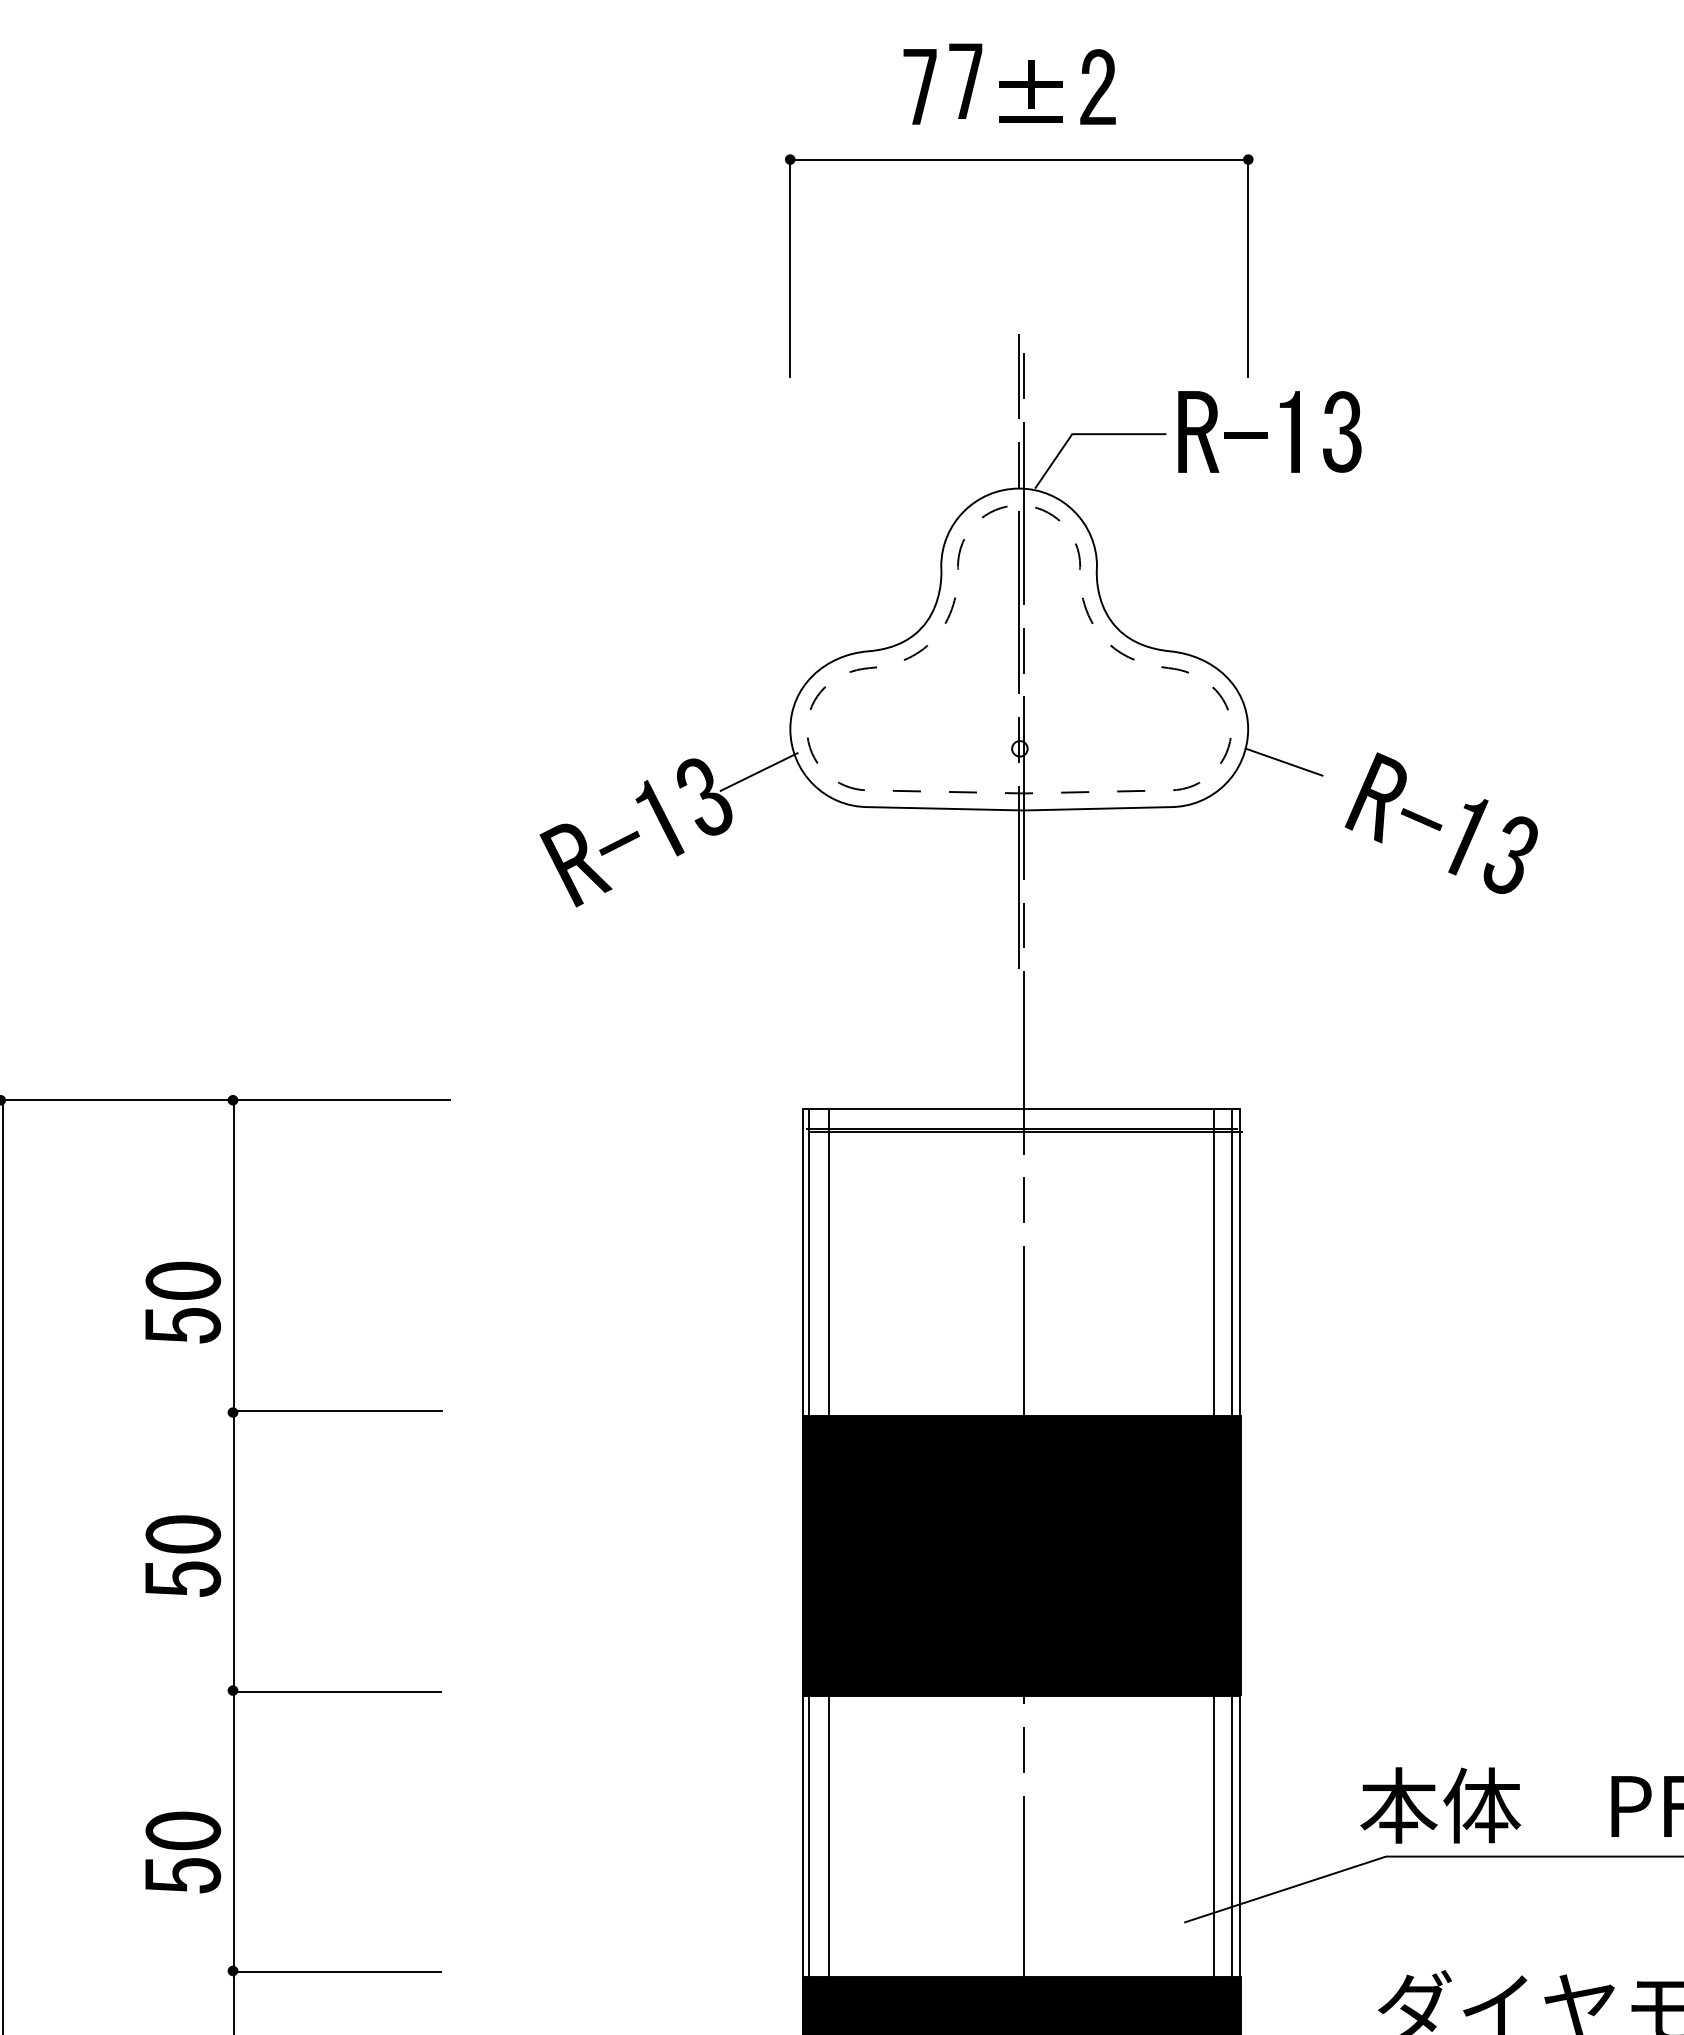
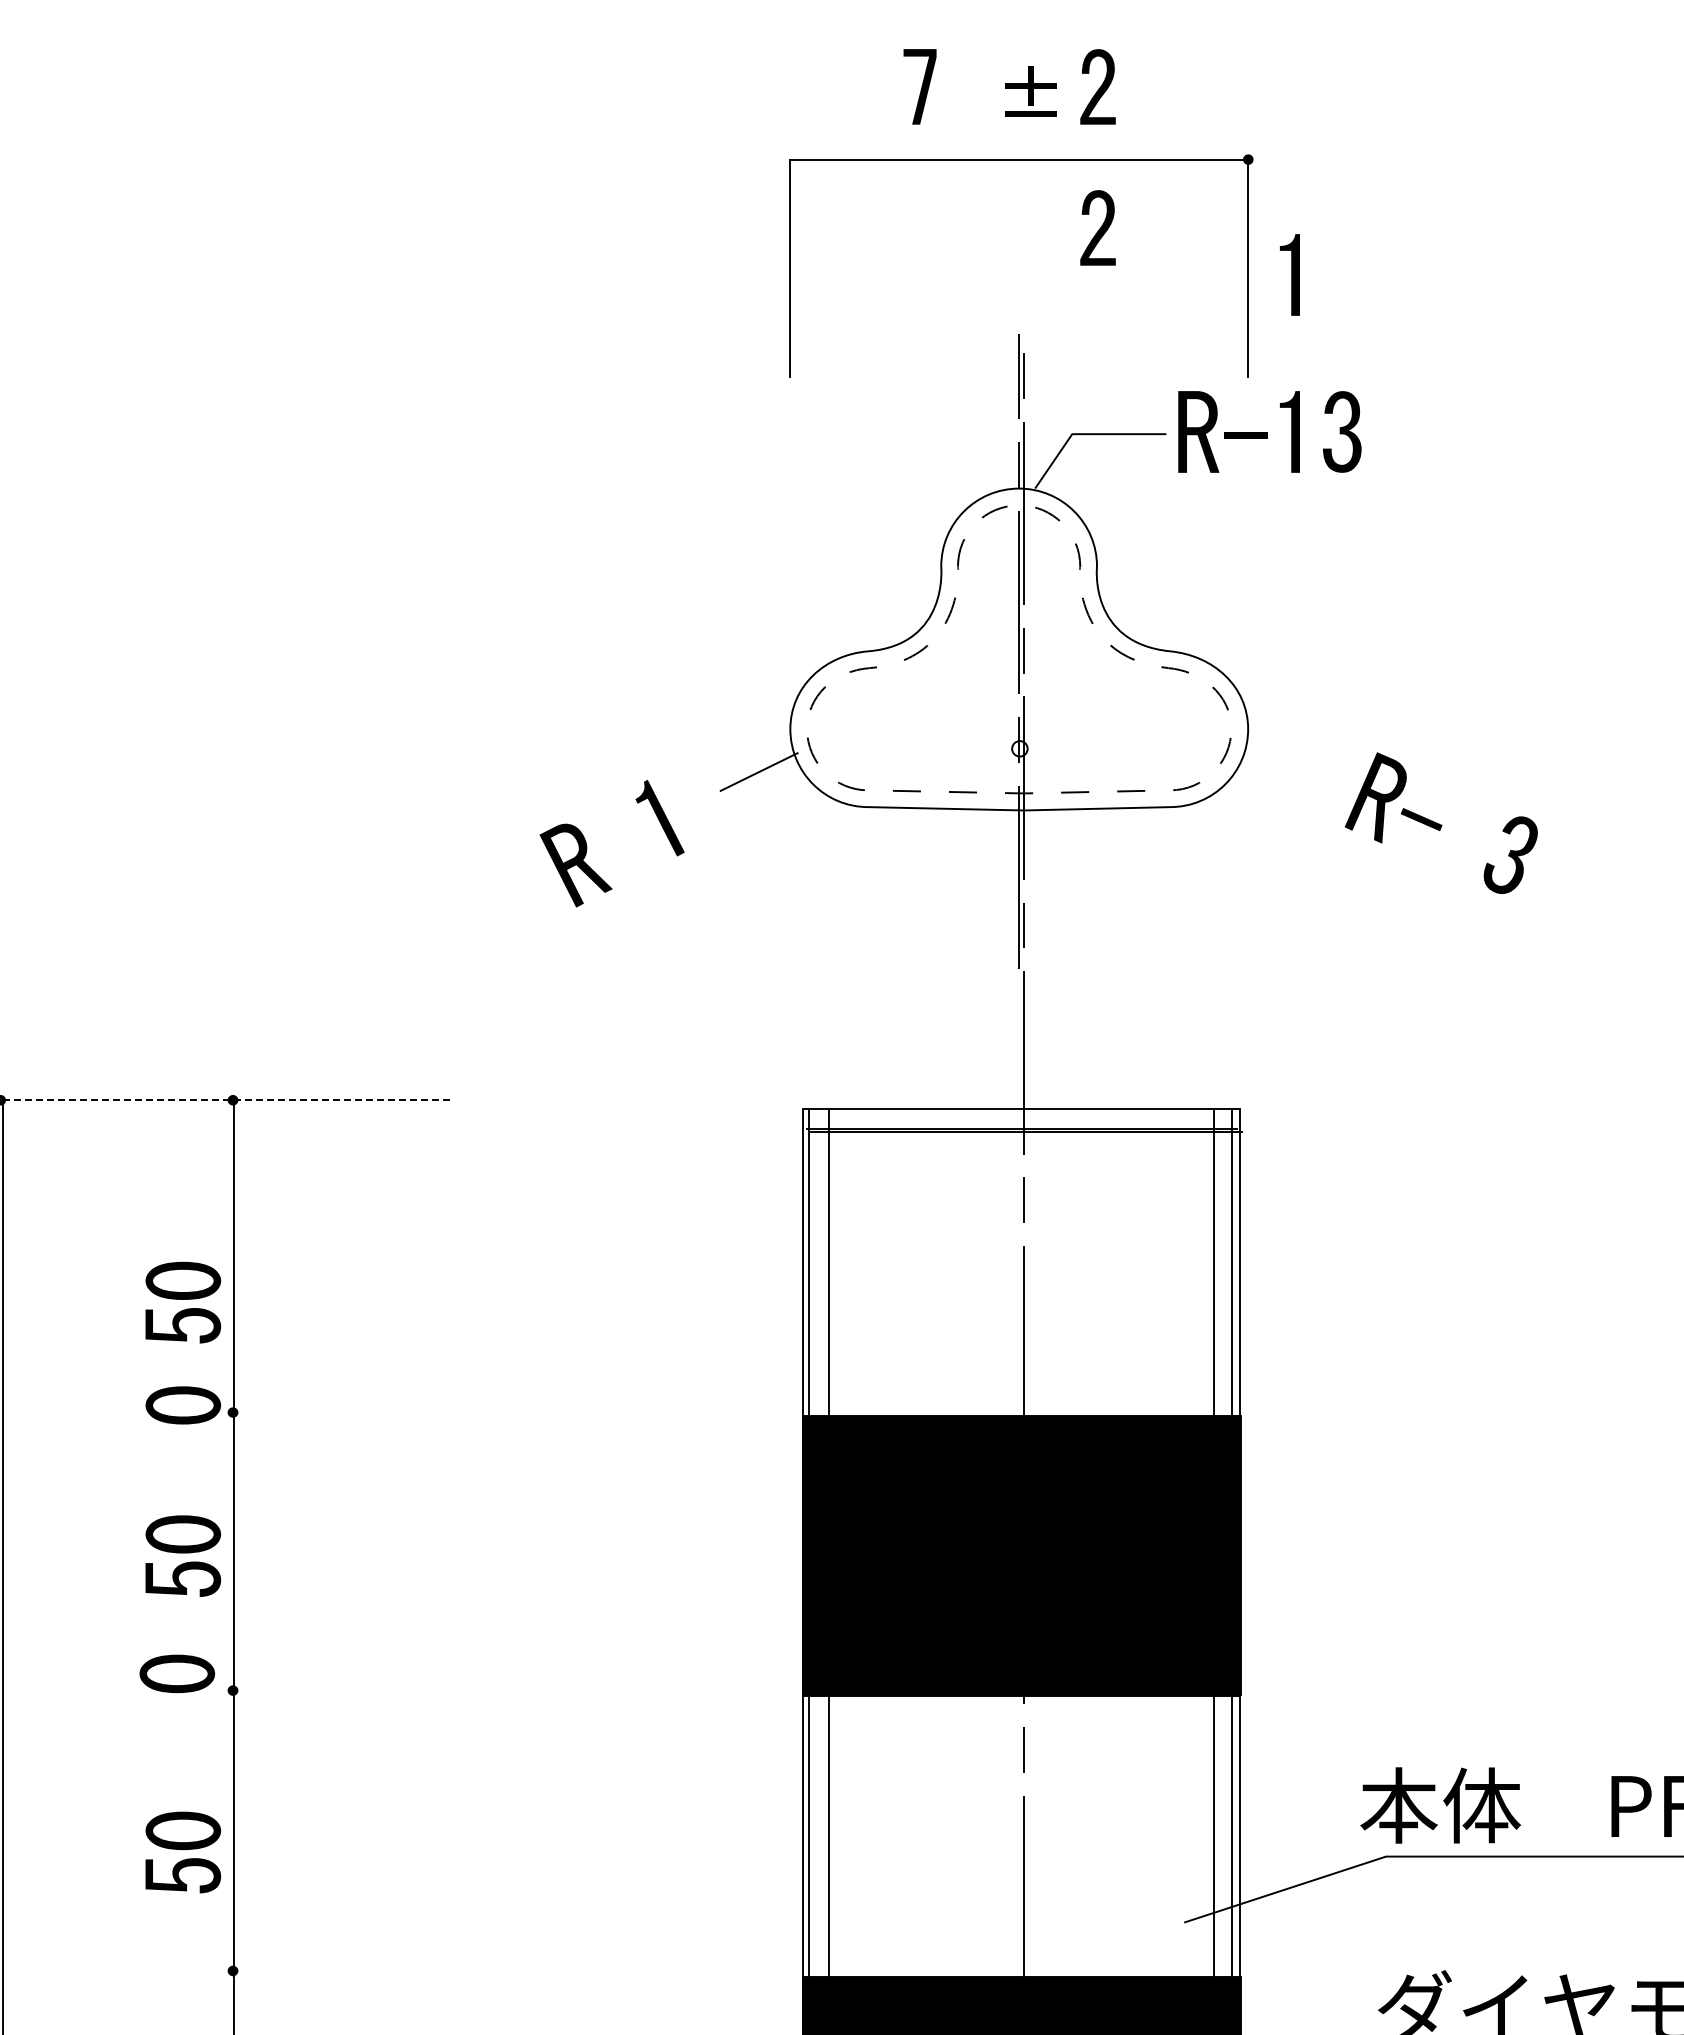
fill at (965, 81): present -> none
part at (1030, 91) size: 64x63 px -> 52x51 px
fill at (789, 159): present -> none
part at (1097, 227): none -> present
part at (1289, 274): none -> present
line at (1283, 761): present -> none
fill at (704, 796): present -> none
fill at (1468, 836): present -> none
fill at (619, 843): present -> none
line at (226, 1099): solid -> dashed
part at (183, 1405): none -> present
line at (337, 1411): present -> none
part at (177, 1673): none -> present
line at (336, 1691): present -> none
line at (336, 1972): present -> none
